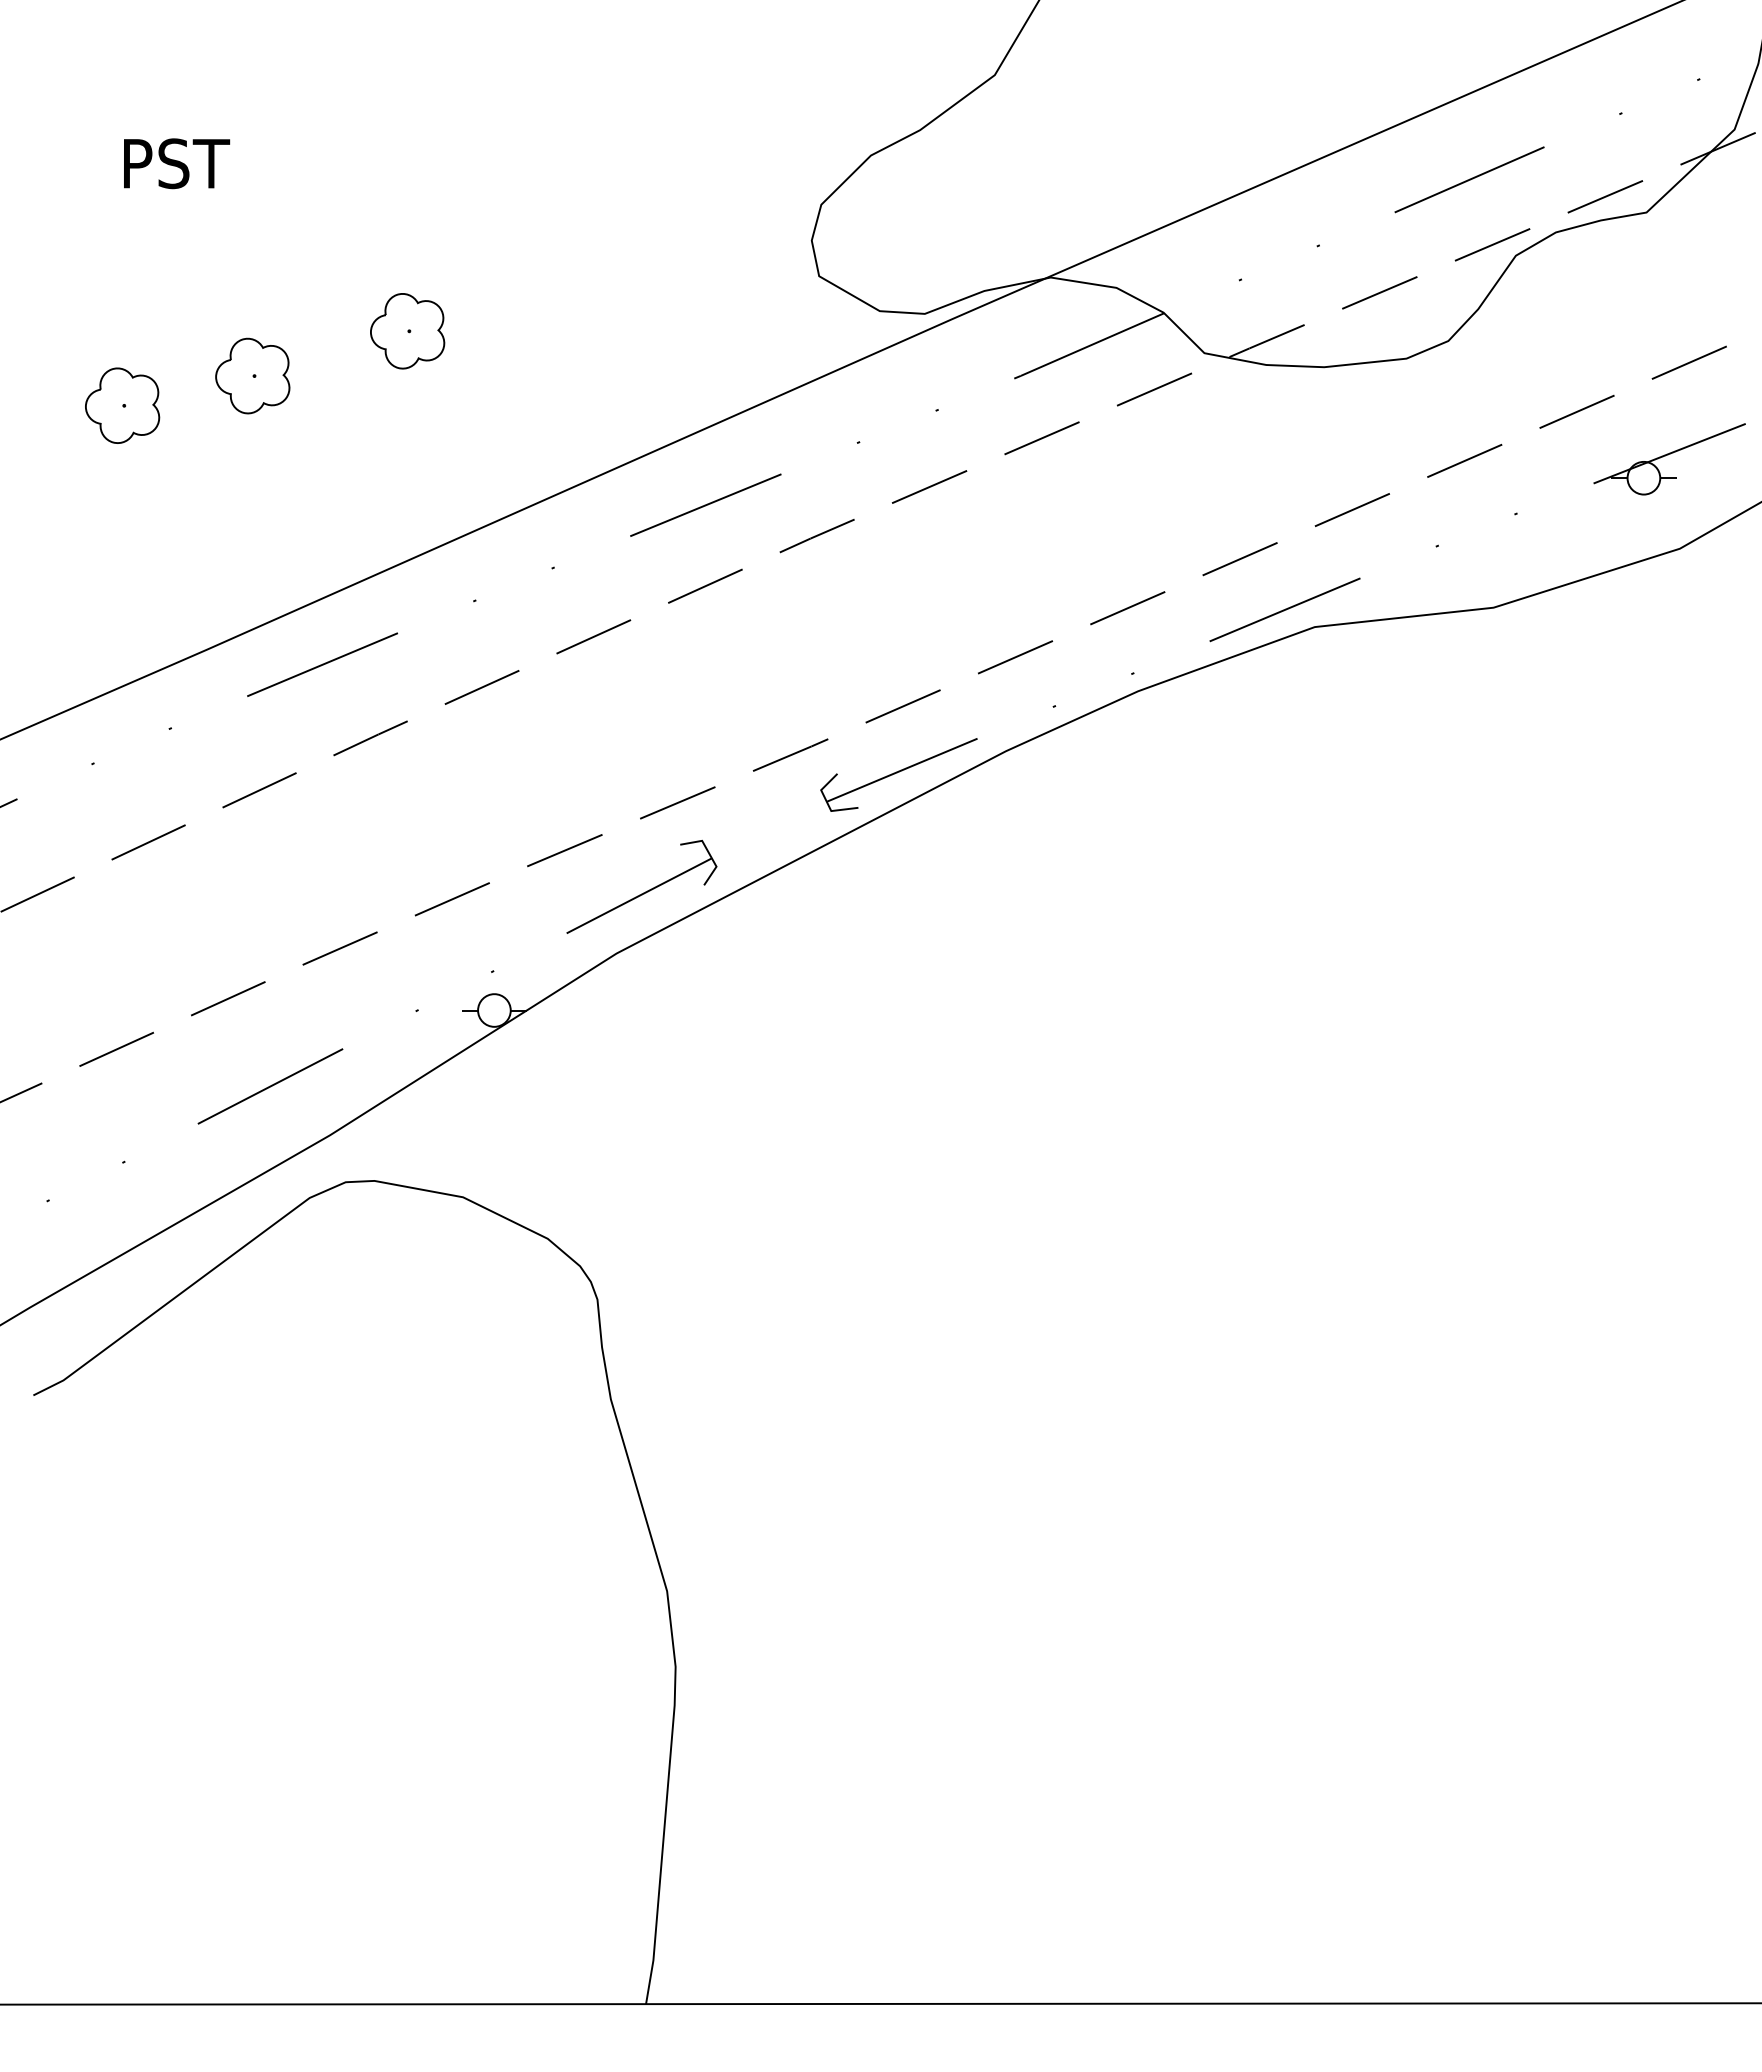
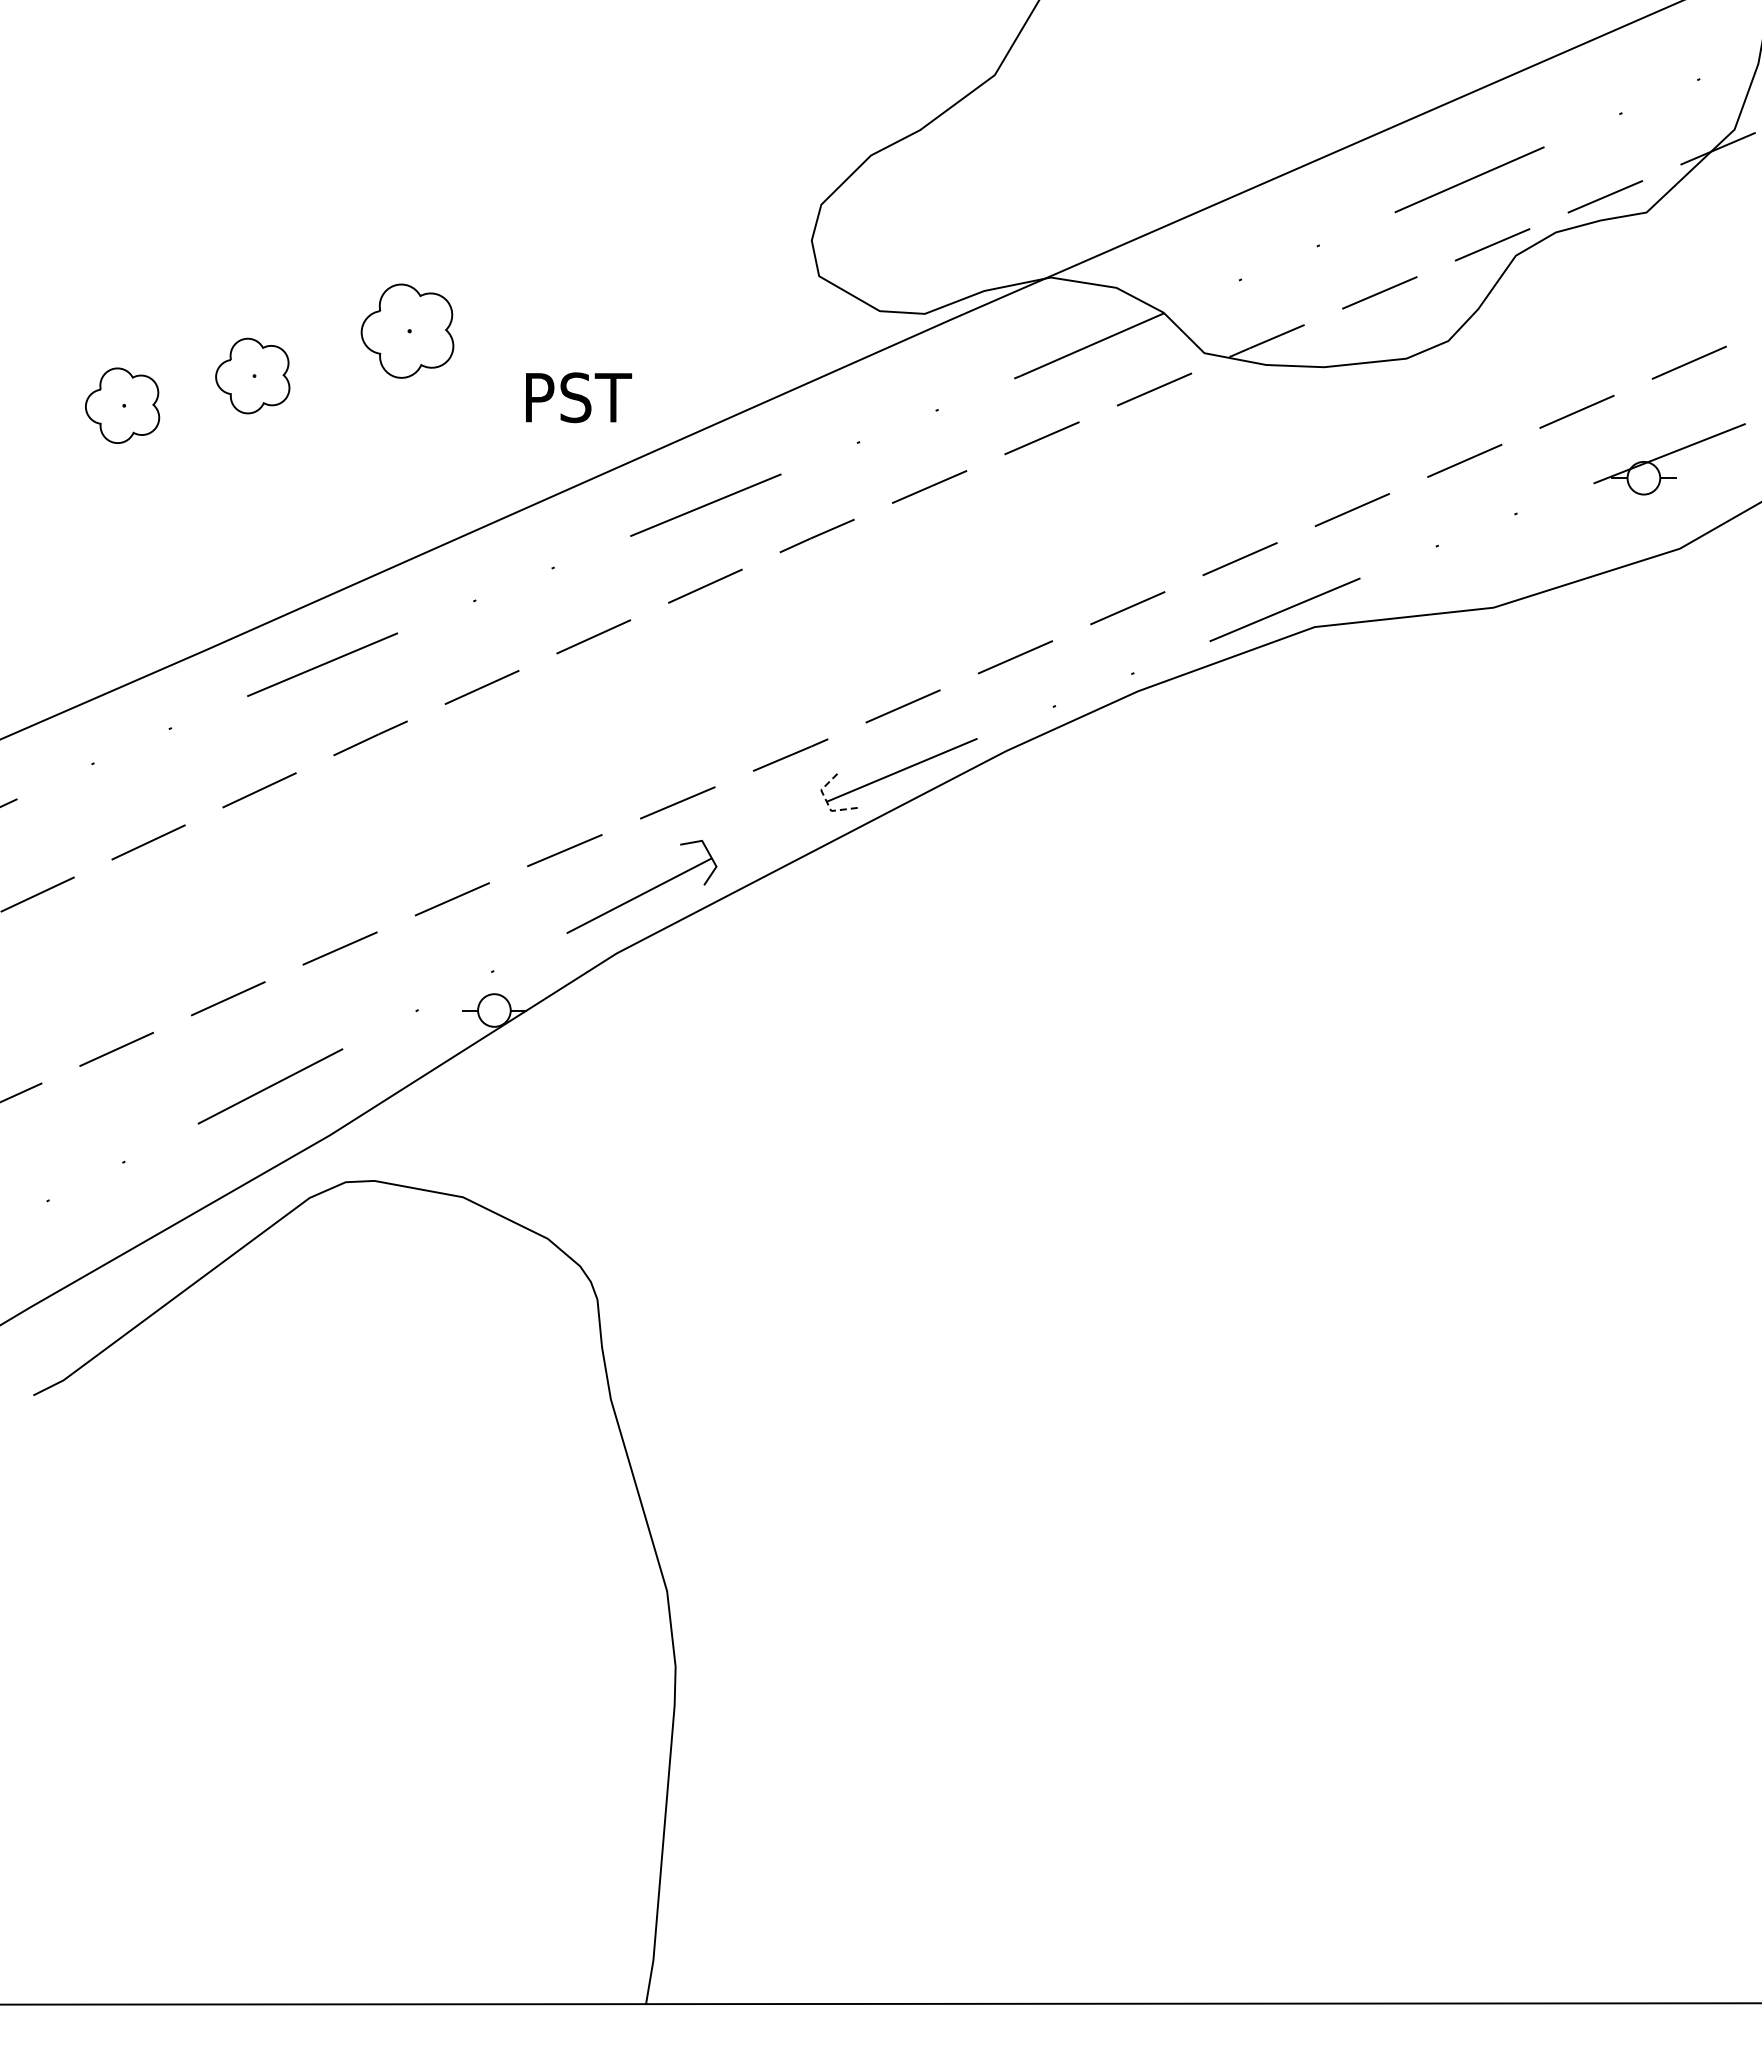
text at (177, 163) position: (177, 163) -> (579, 397)
part at (407, 331) size: 76x77 px -> 95x96 px
line at (827, 802): solid -> dashed
